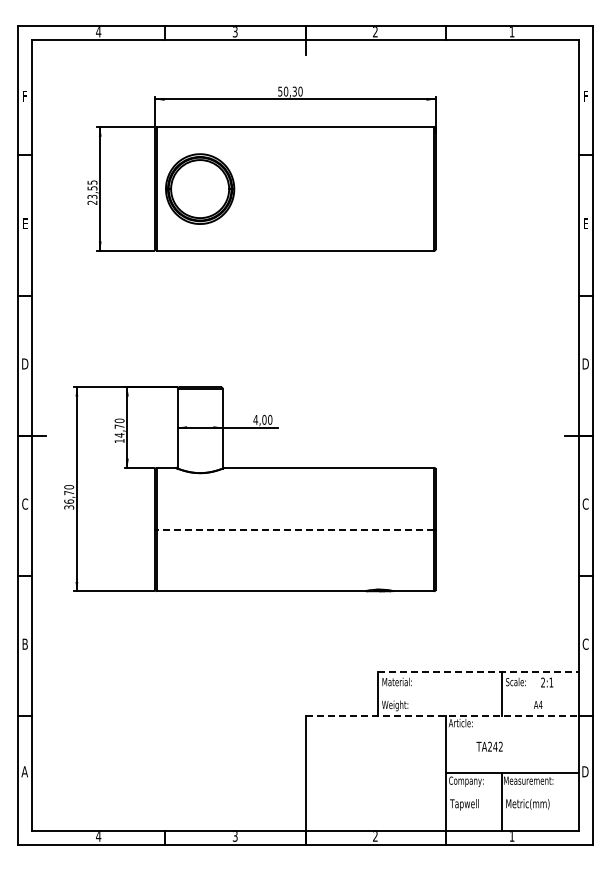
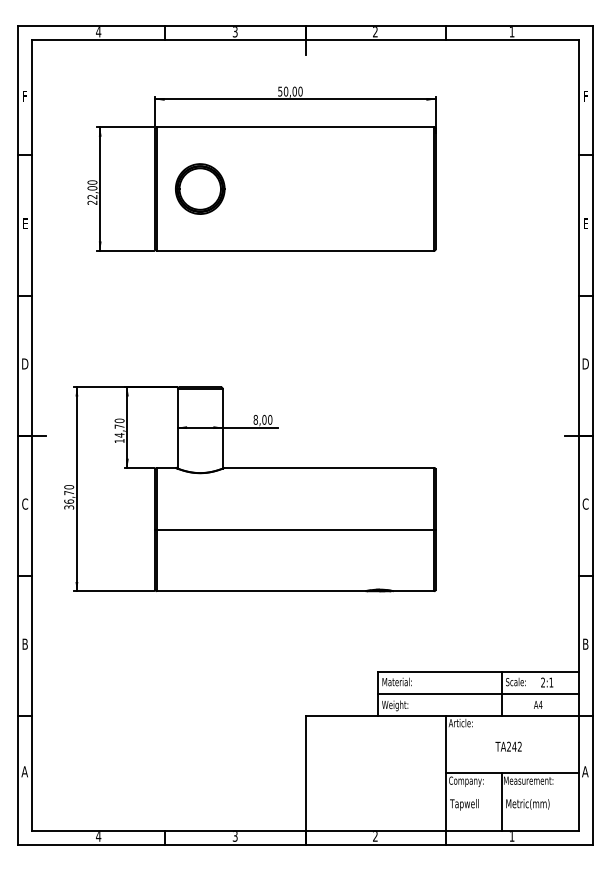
text at (294, 91): 50,30 -> 50,00
part at (200, 188) size: 71x72 px -> 51x52 px
text at (92, 189): 23,55 -> 22,00
text at (255, 419): 4,00 -> 8,00
line at (295, 529): dashed -> solid
text at (585, 643): C -> B
line at (478, 671): dashed -> solid
line at (478, 693): none -> present
line at (442, 715): dashed -> solid
text at (489, 746) position: (489, 746) -> (508, 746)
text at (585, 771): D -> A
